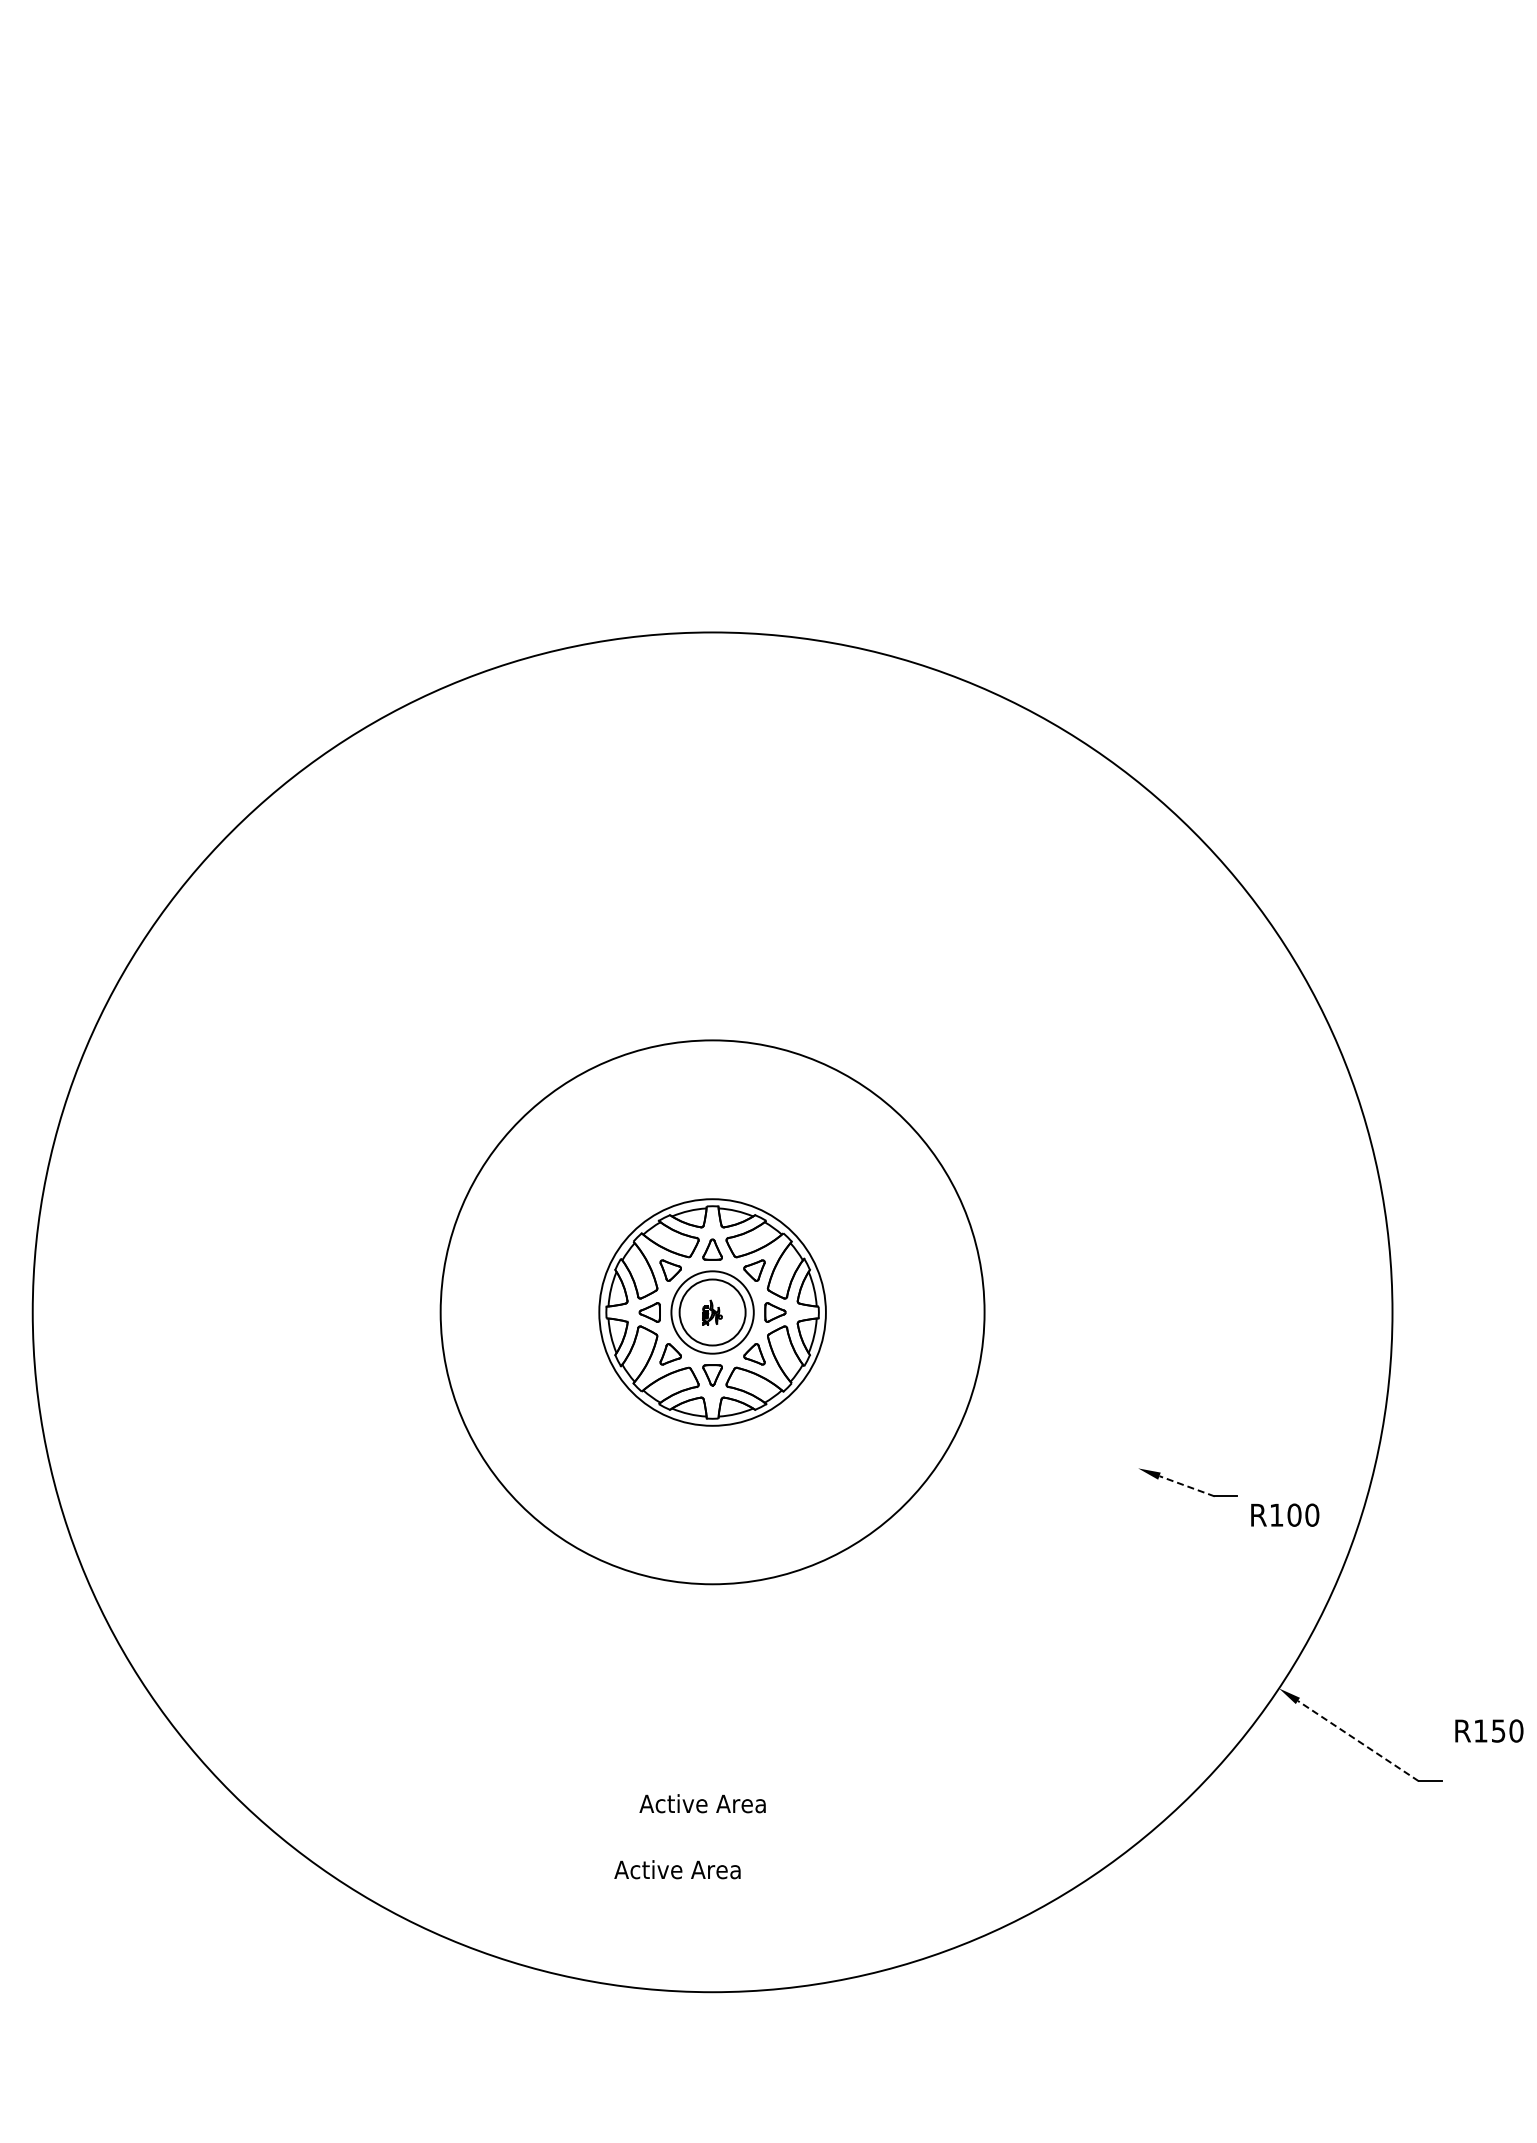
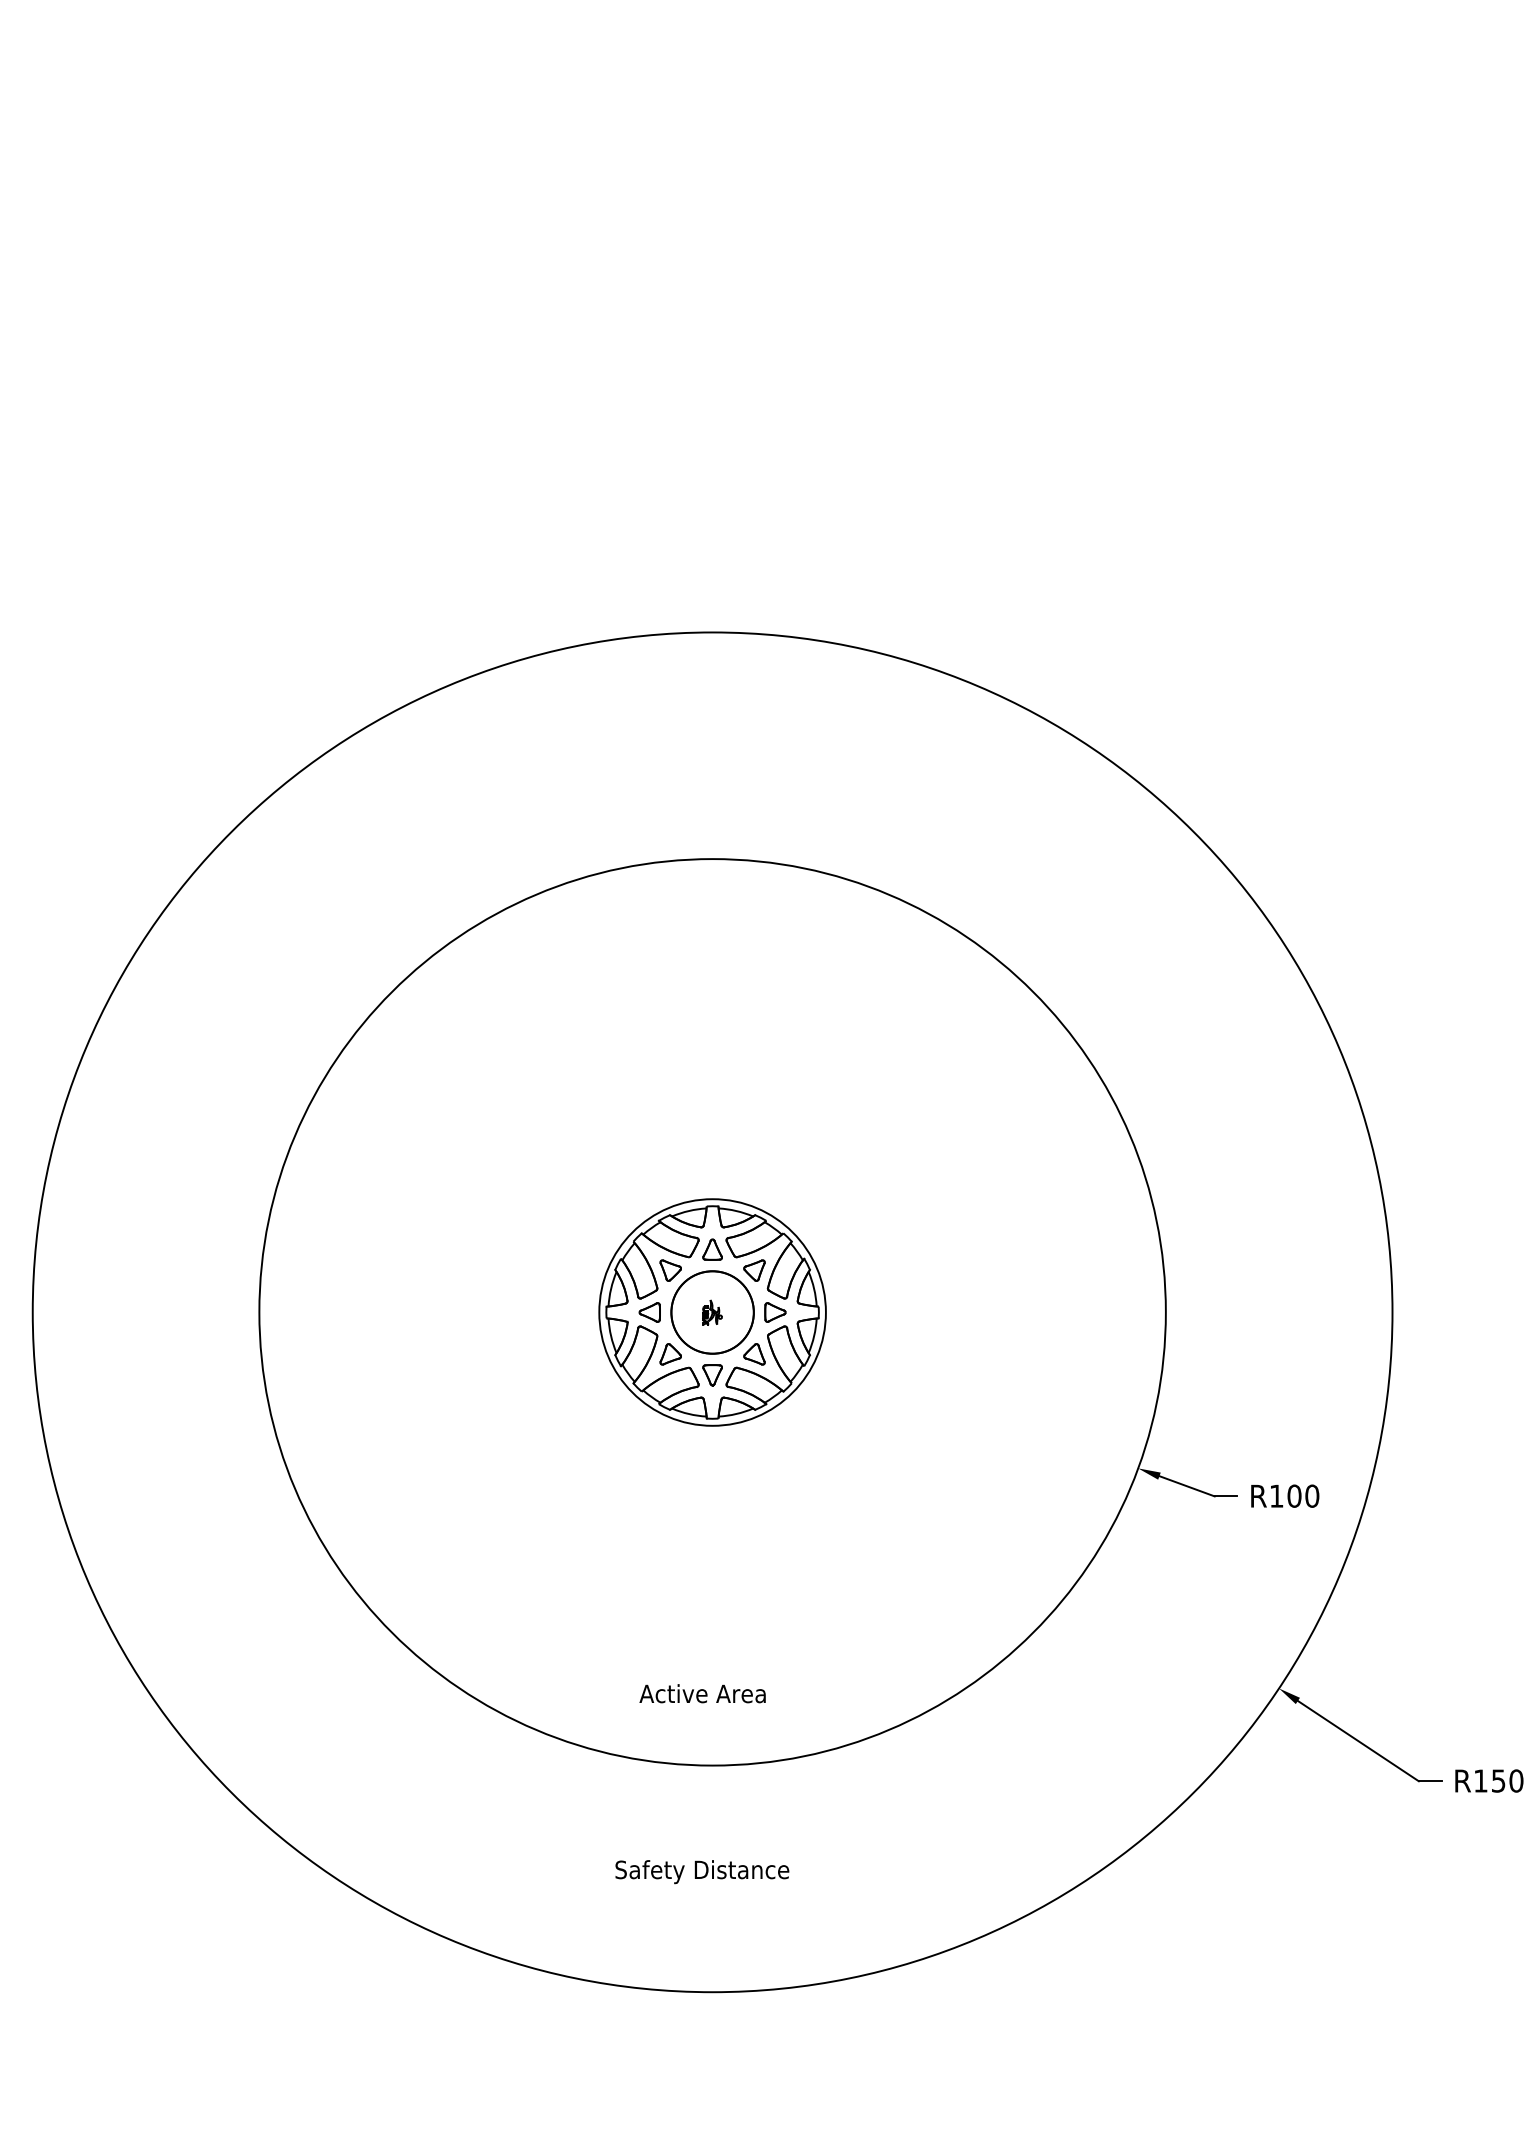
circle at (712, 1312) diameter: 544 px -> 906 px
circle at (712, 1312) diameter: 66 px -> 82 px
line at (1186, 1486): dashed -> solid
text at (1285, 1514) position: (1285, 1514) -> (1285, 1495)
text at (1489, 1730) position: (1489, 1730) -> (1489, 1780)
line at (1358, 1741): dashed -> solid
text at (702, 1803) position: (702, 1803) -> (702, 1693)
text at (701, 1872): Active Area -> Safety Distance
